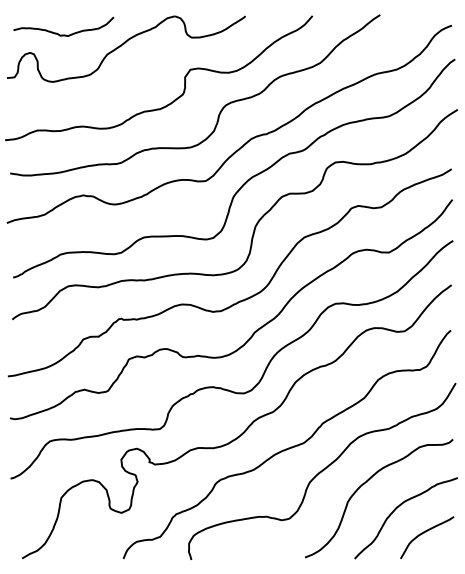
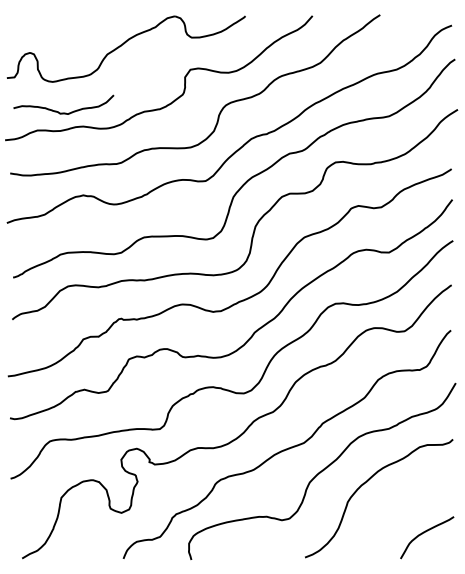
curve at (63, 34) position: (63, 34) -> (63, 112)
curve at (396, 509): present -> none
